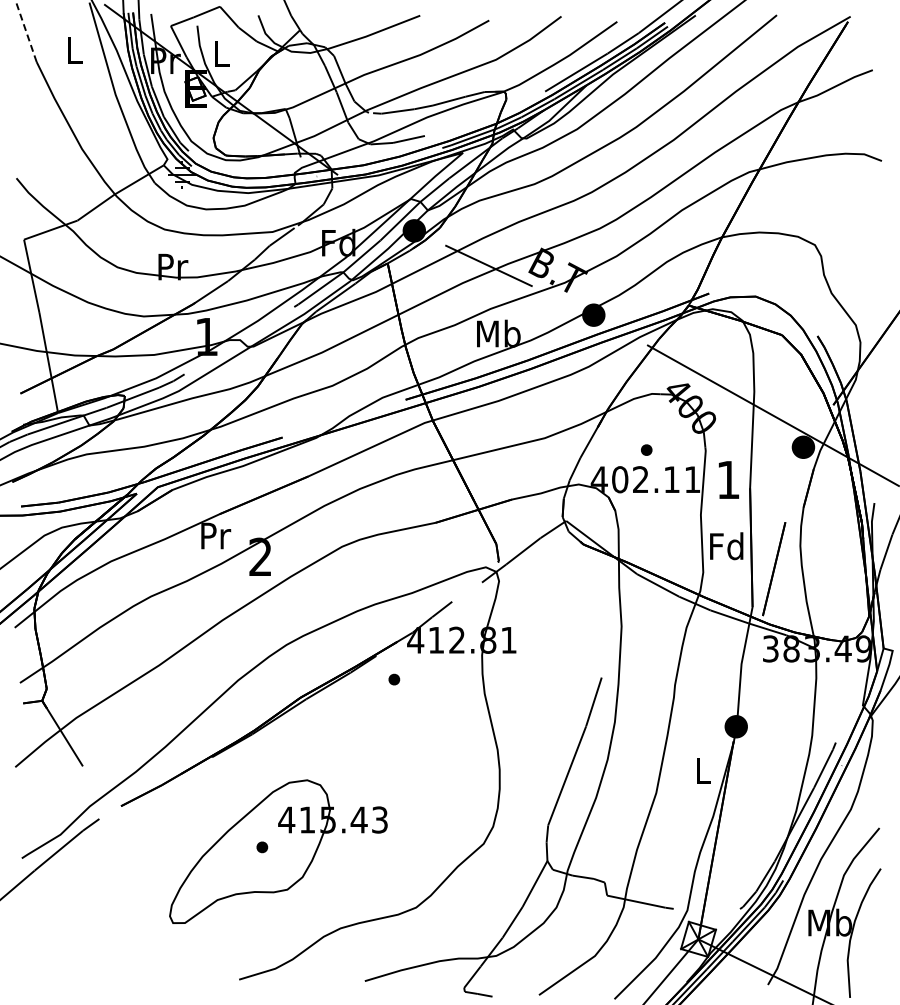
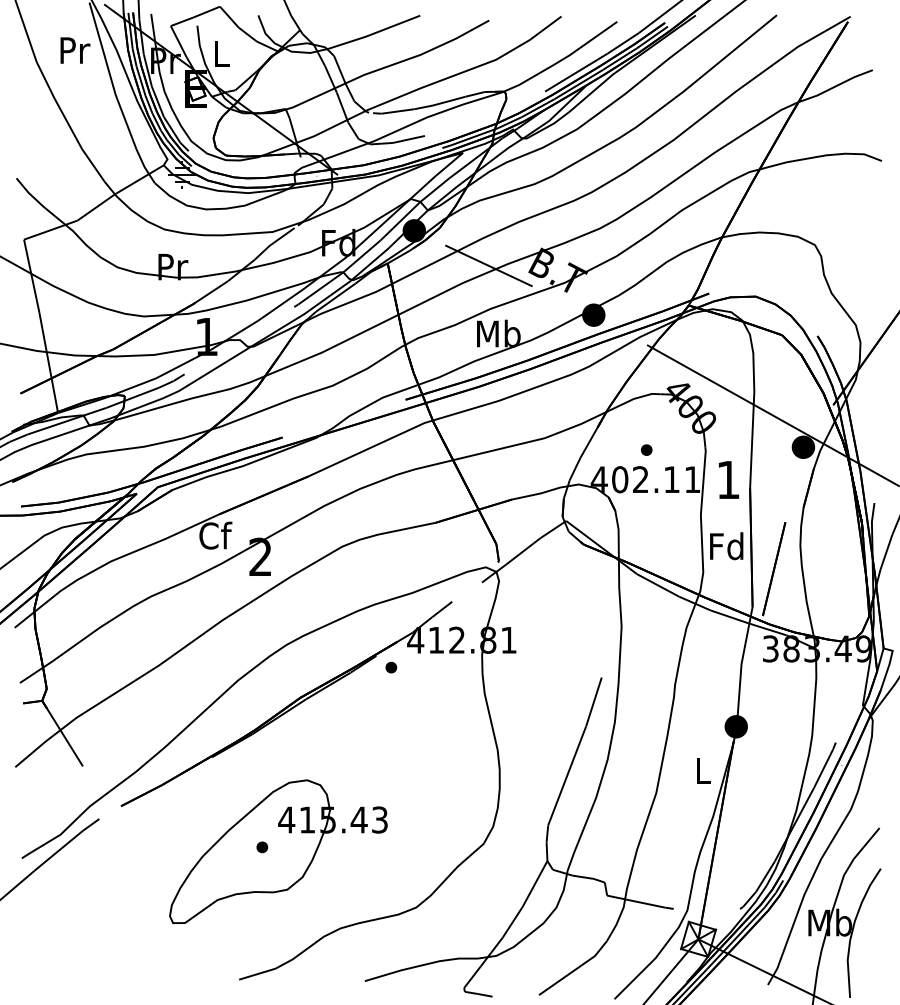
line at (26, 31): dashed -> solid
text at (75, 50): L -> Pr
text at (215, 535): Pr -> Cf
part at (394, 679) position: (394, 679) -> (391, 667)
